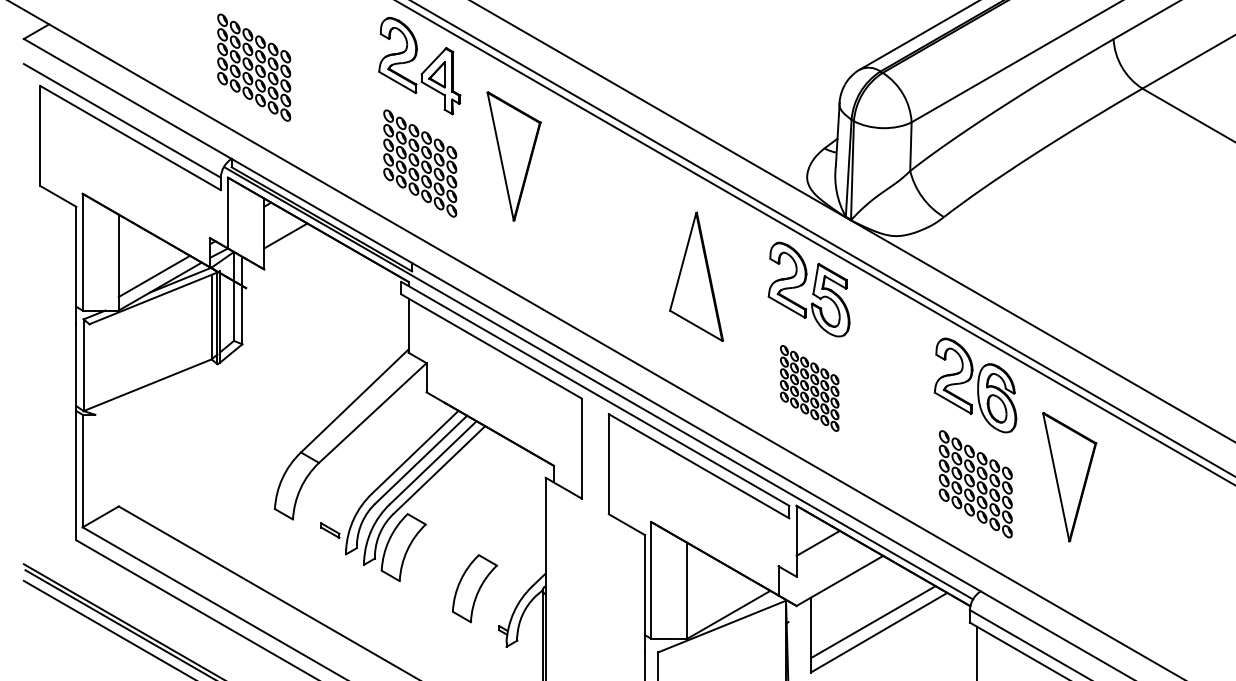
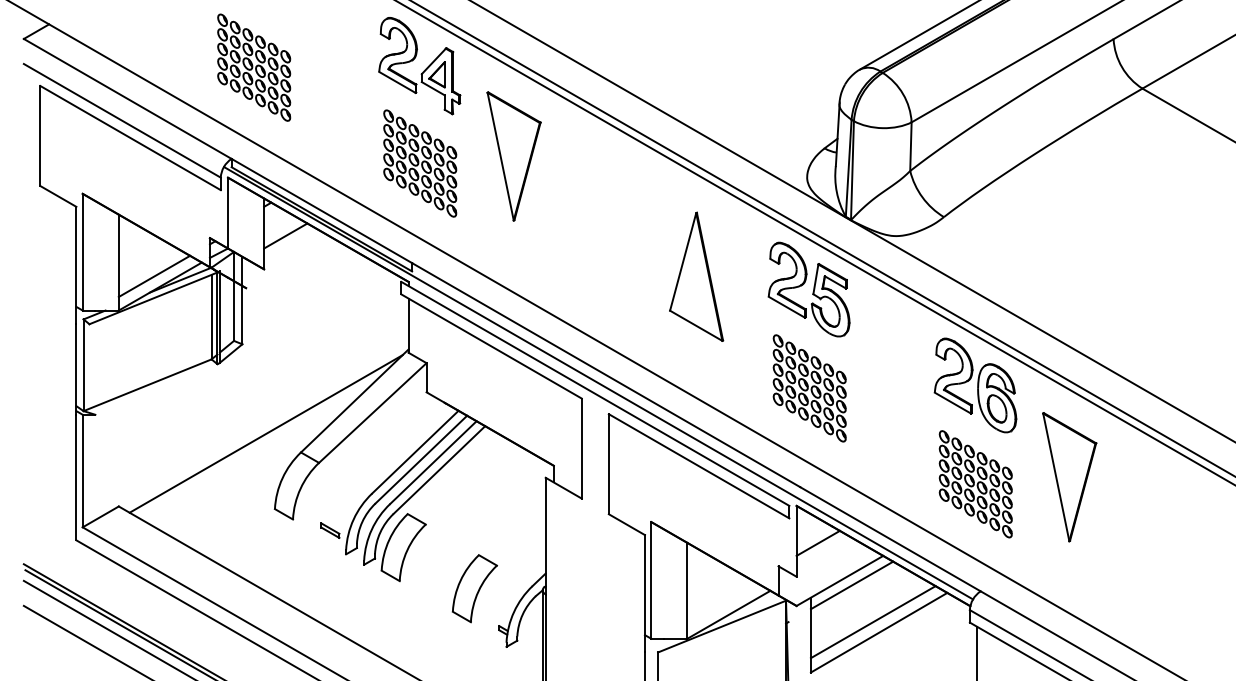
part at (809, 388) size: 60x87 px -> 75x109 px
line at (265, 433): none -> present
line at (851, 585): none -> present
line at (85, 641): none -> present
